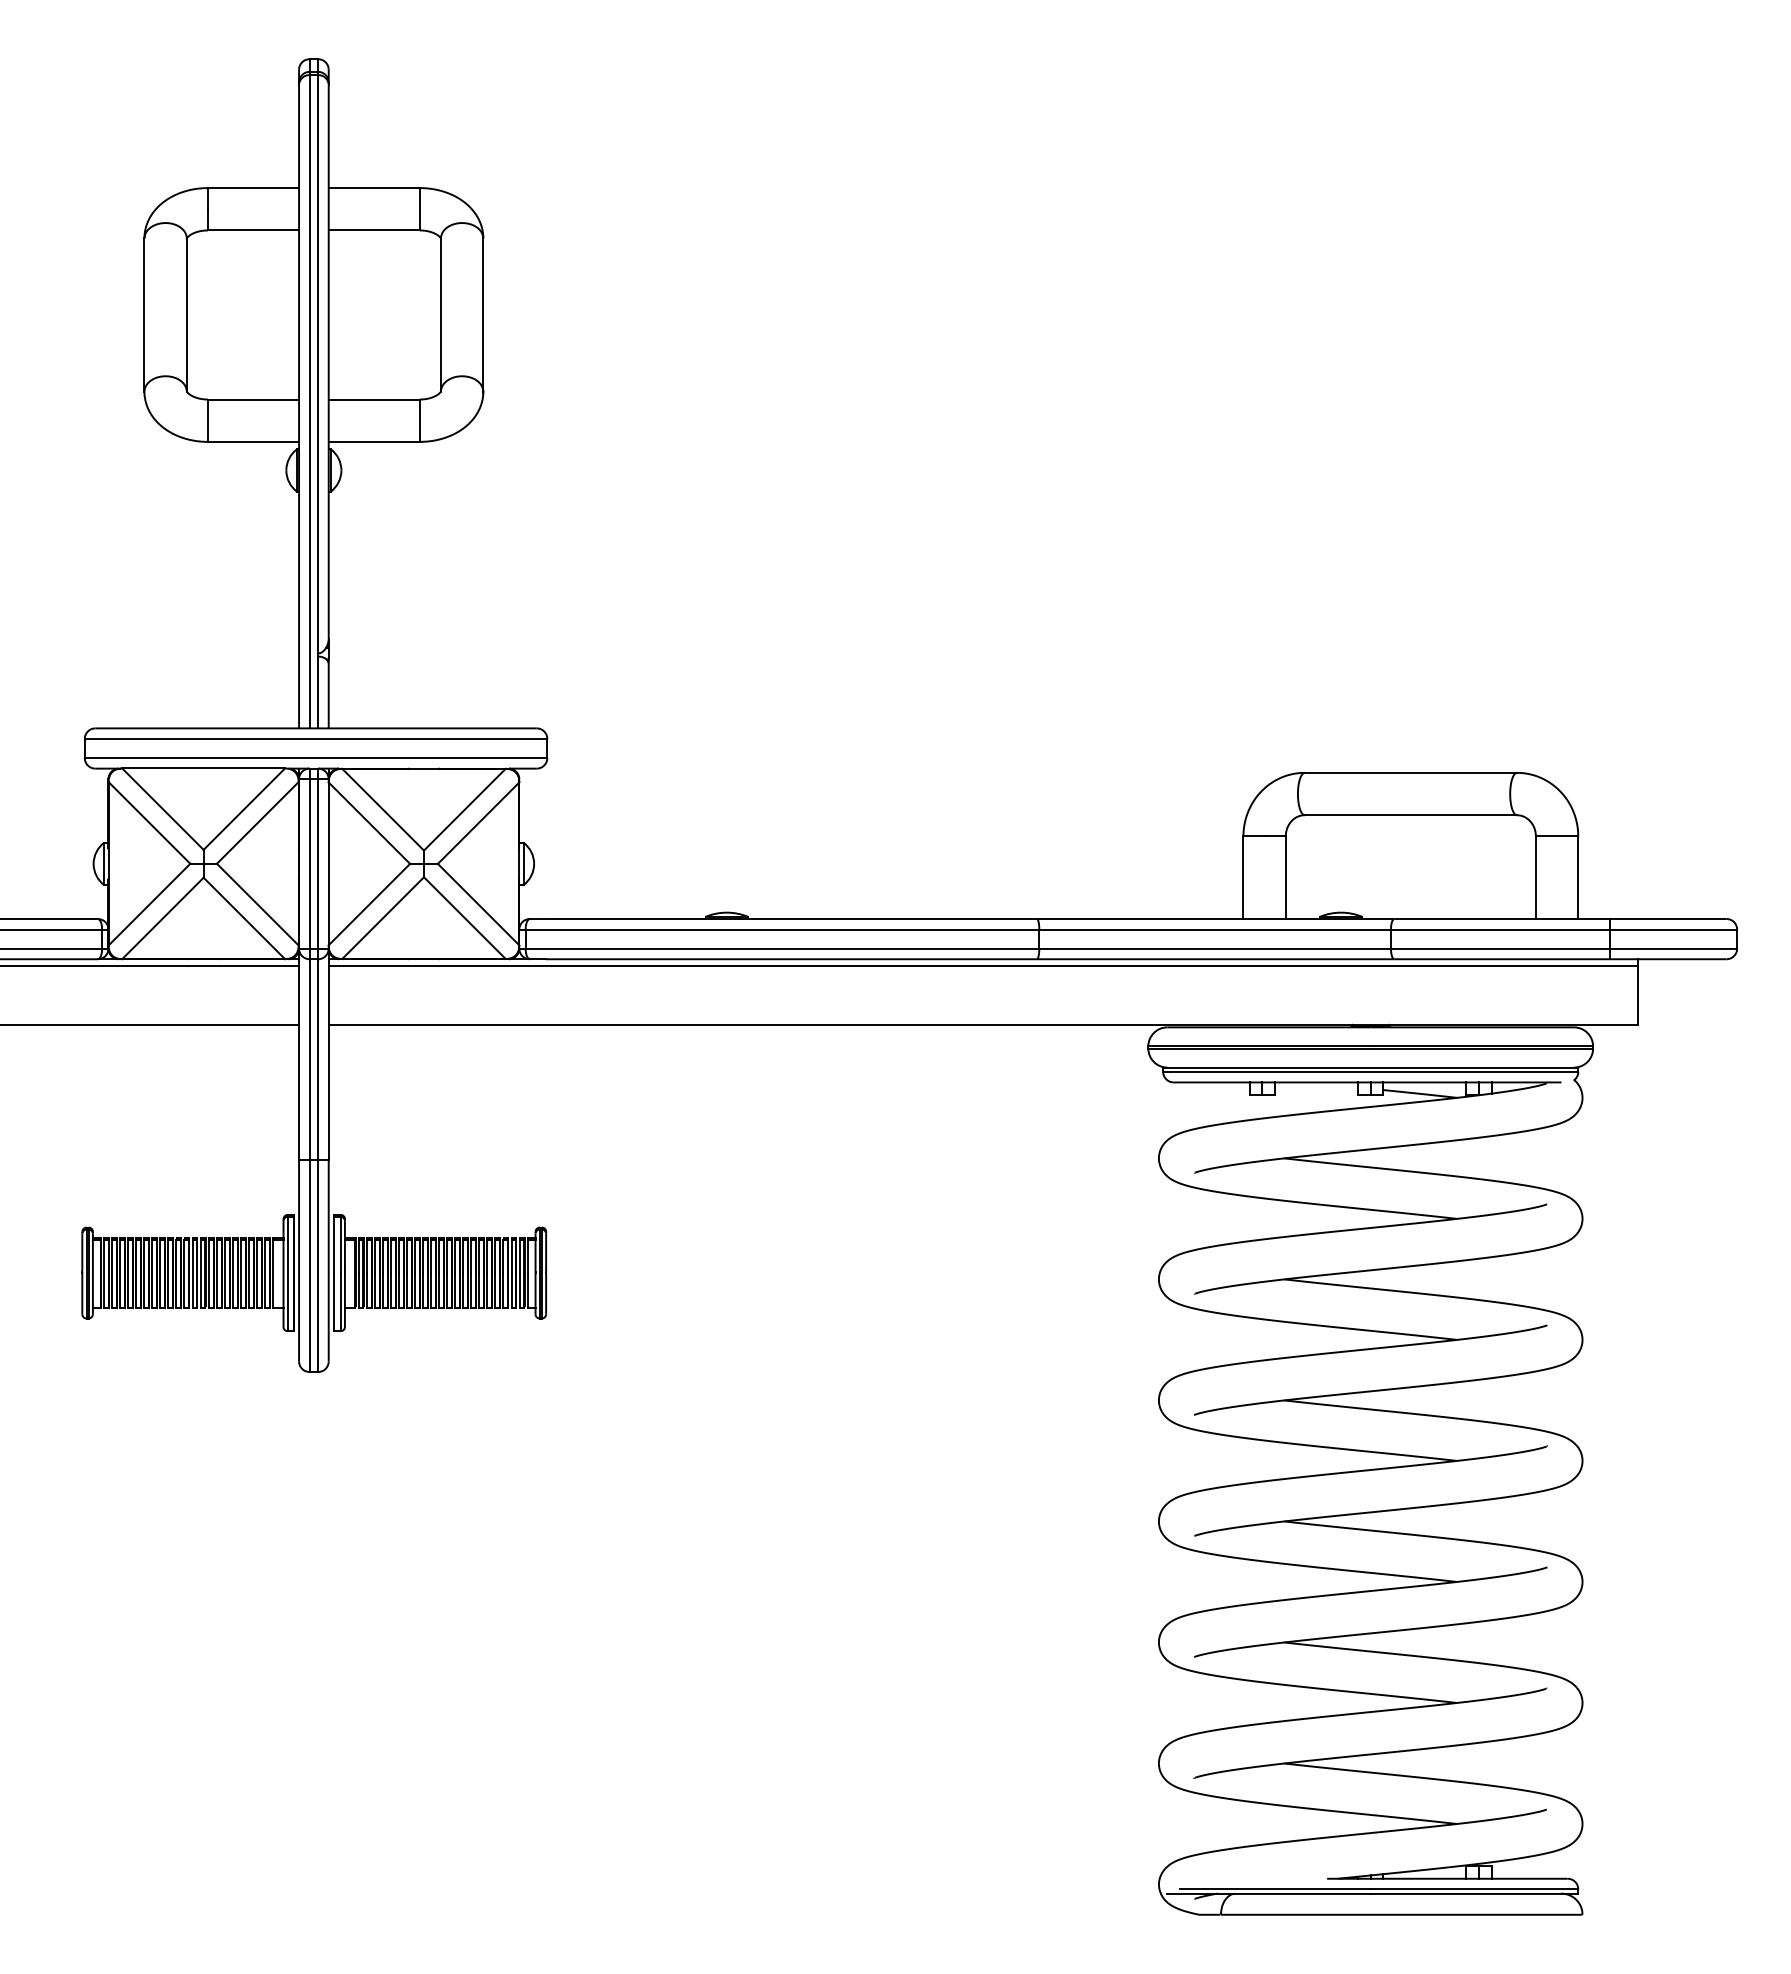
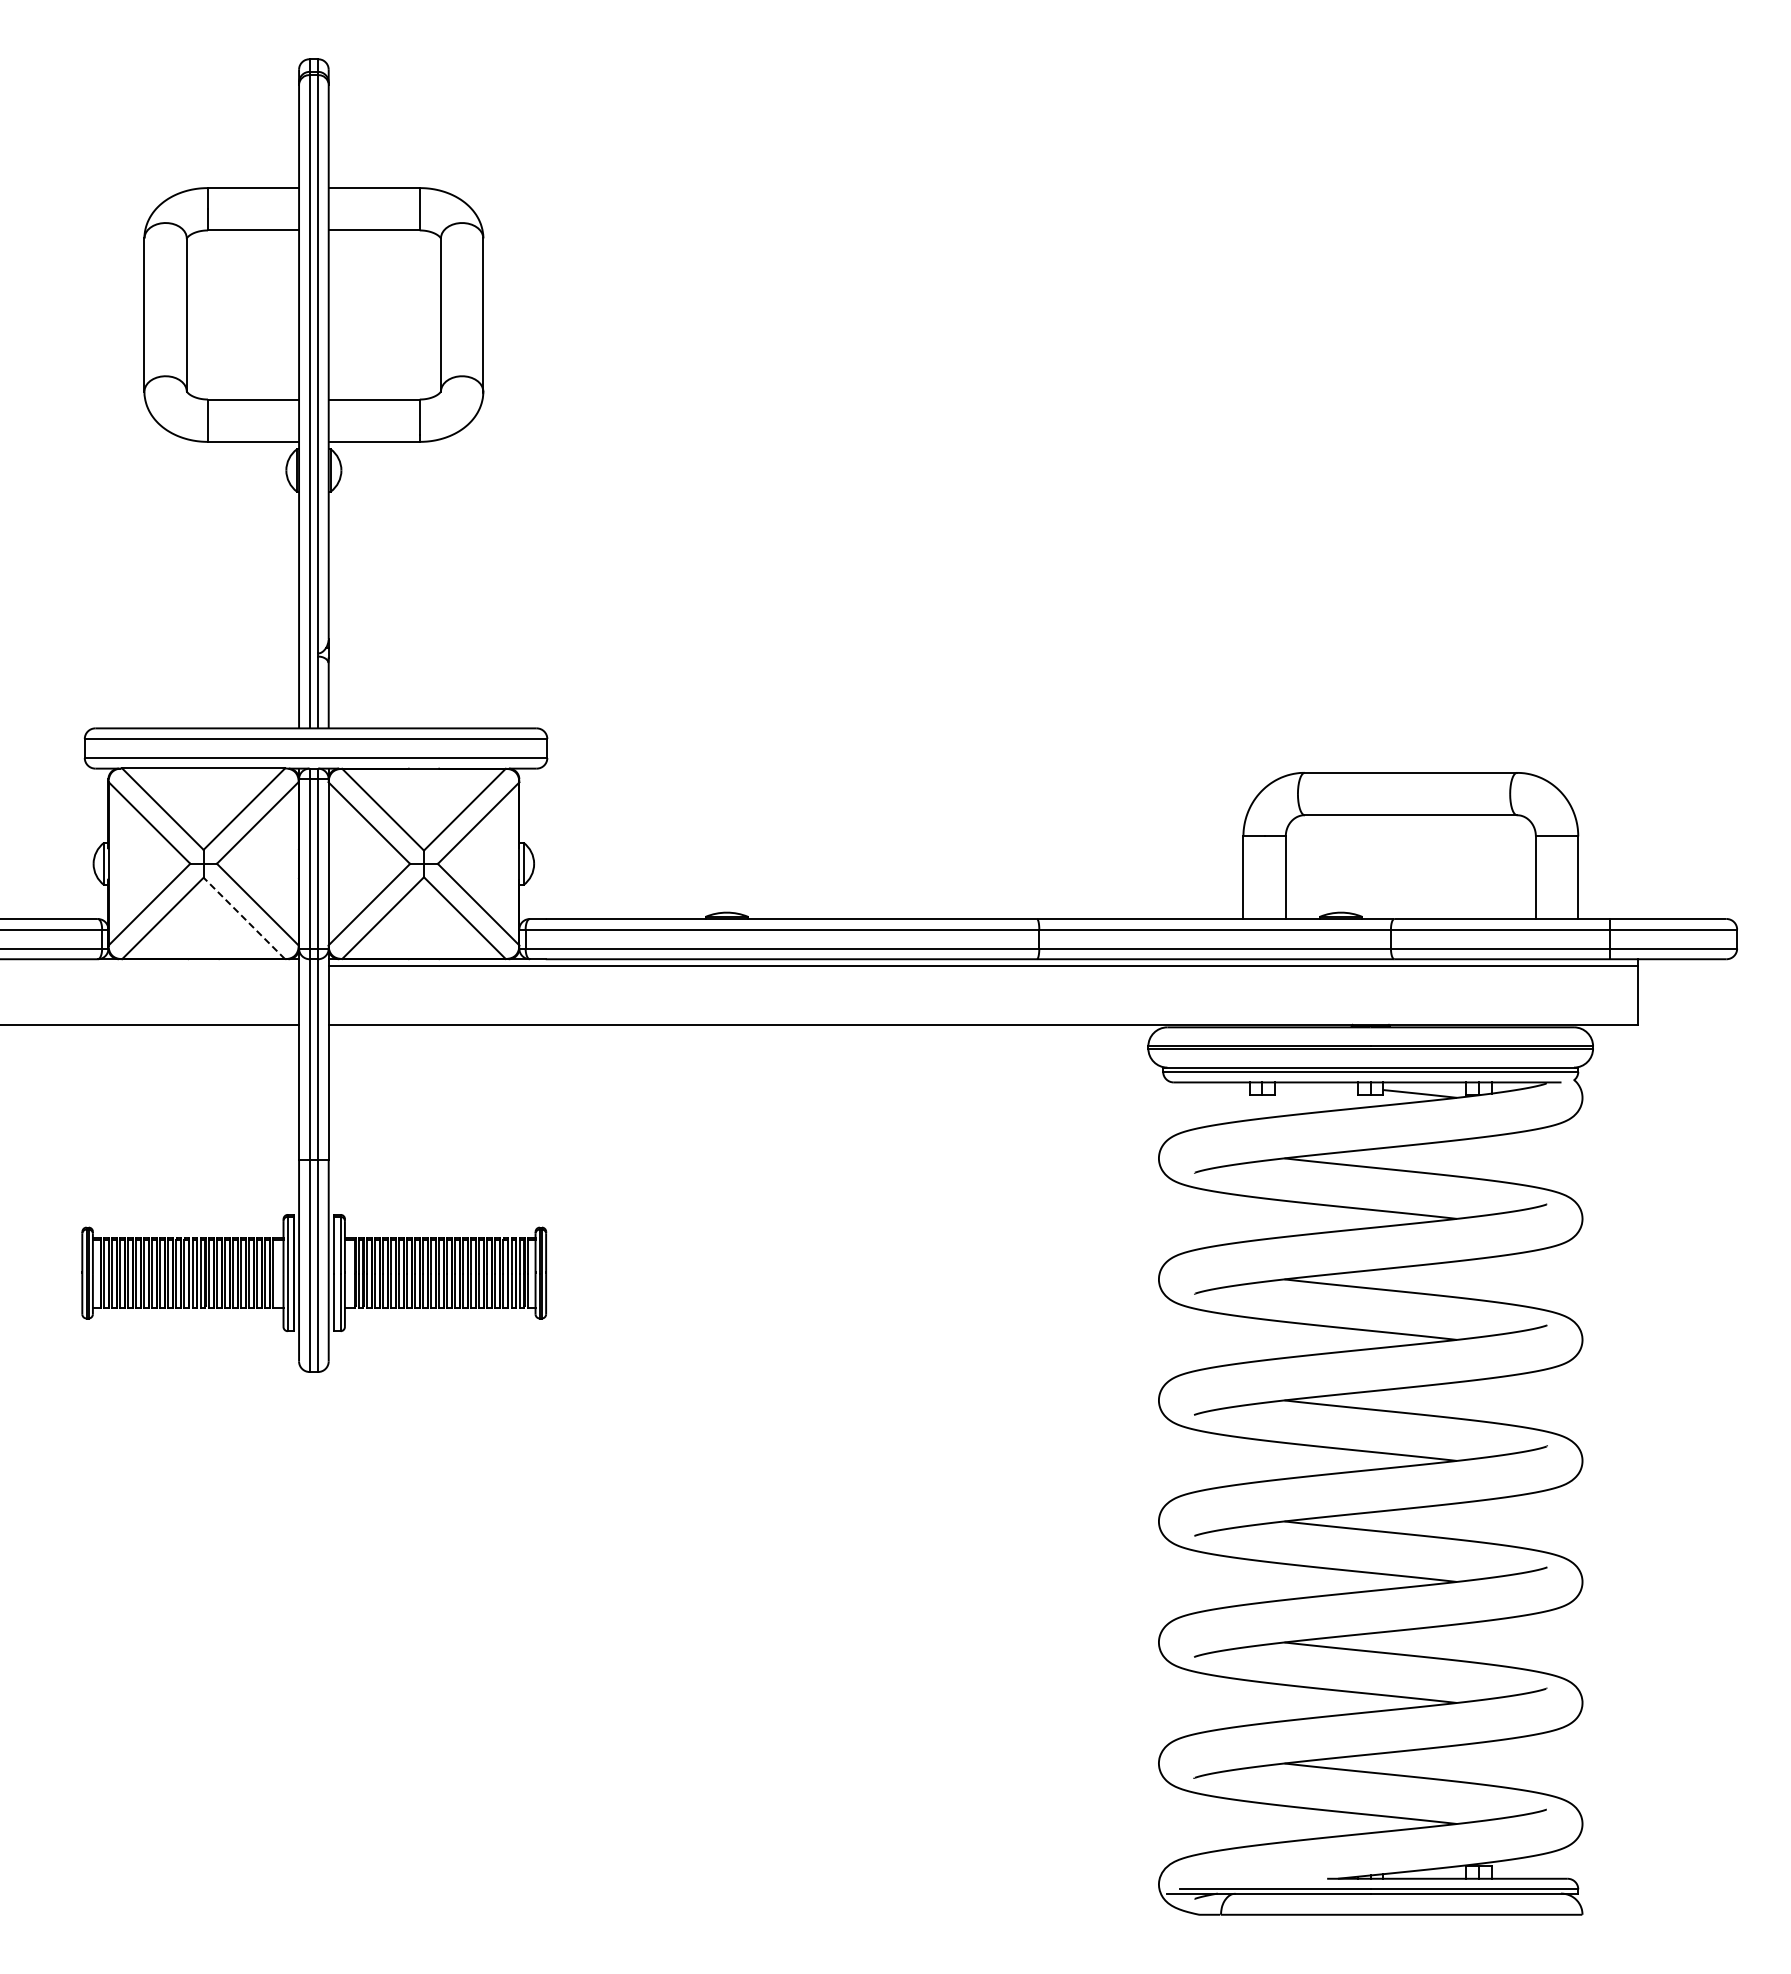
line at (244, 918): solid -> dashed
line at (150, 965): present -> none
